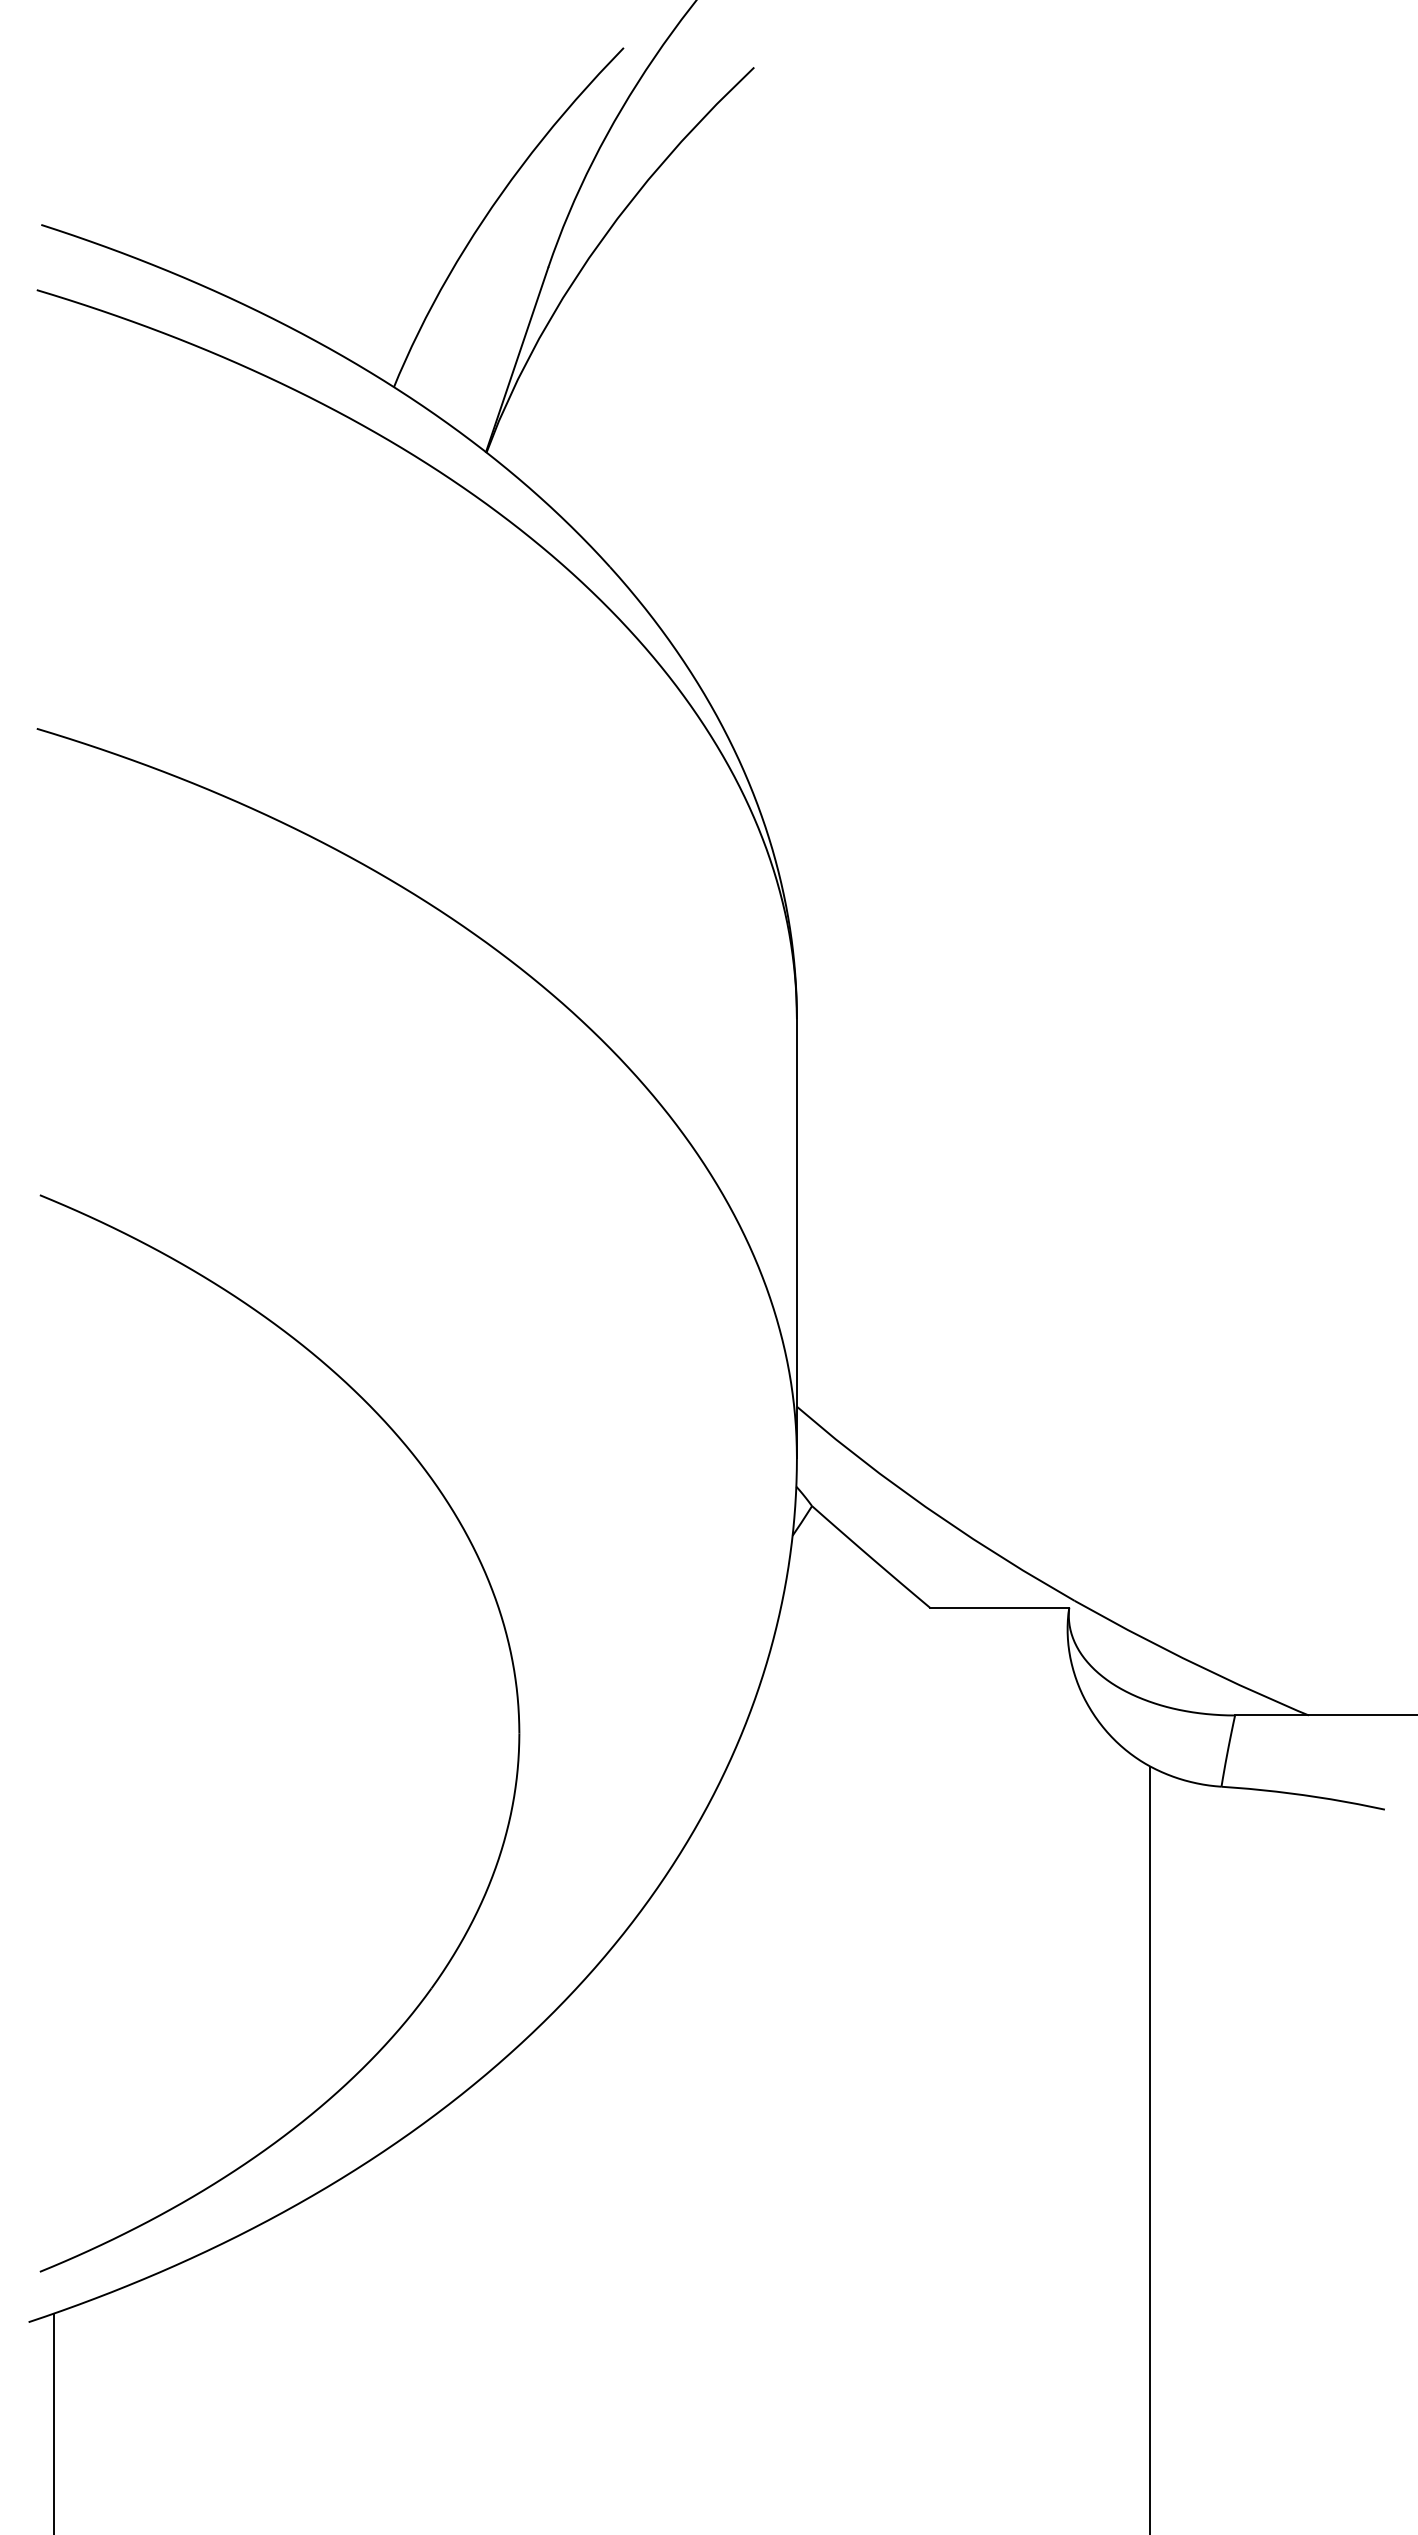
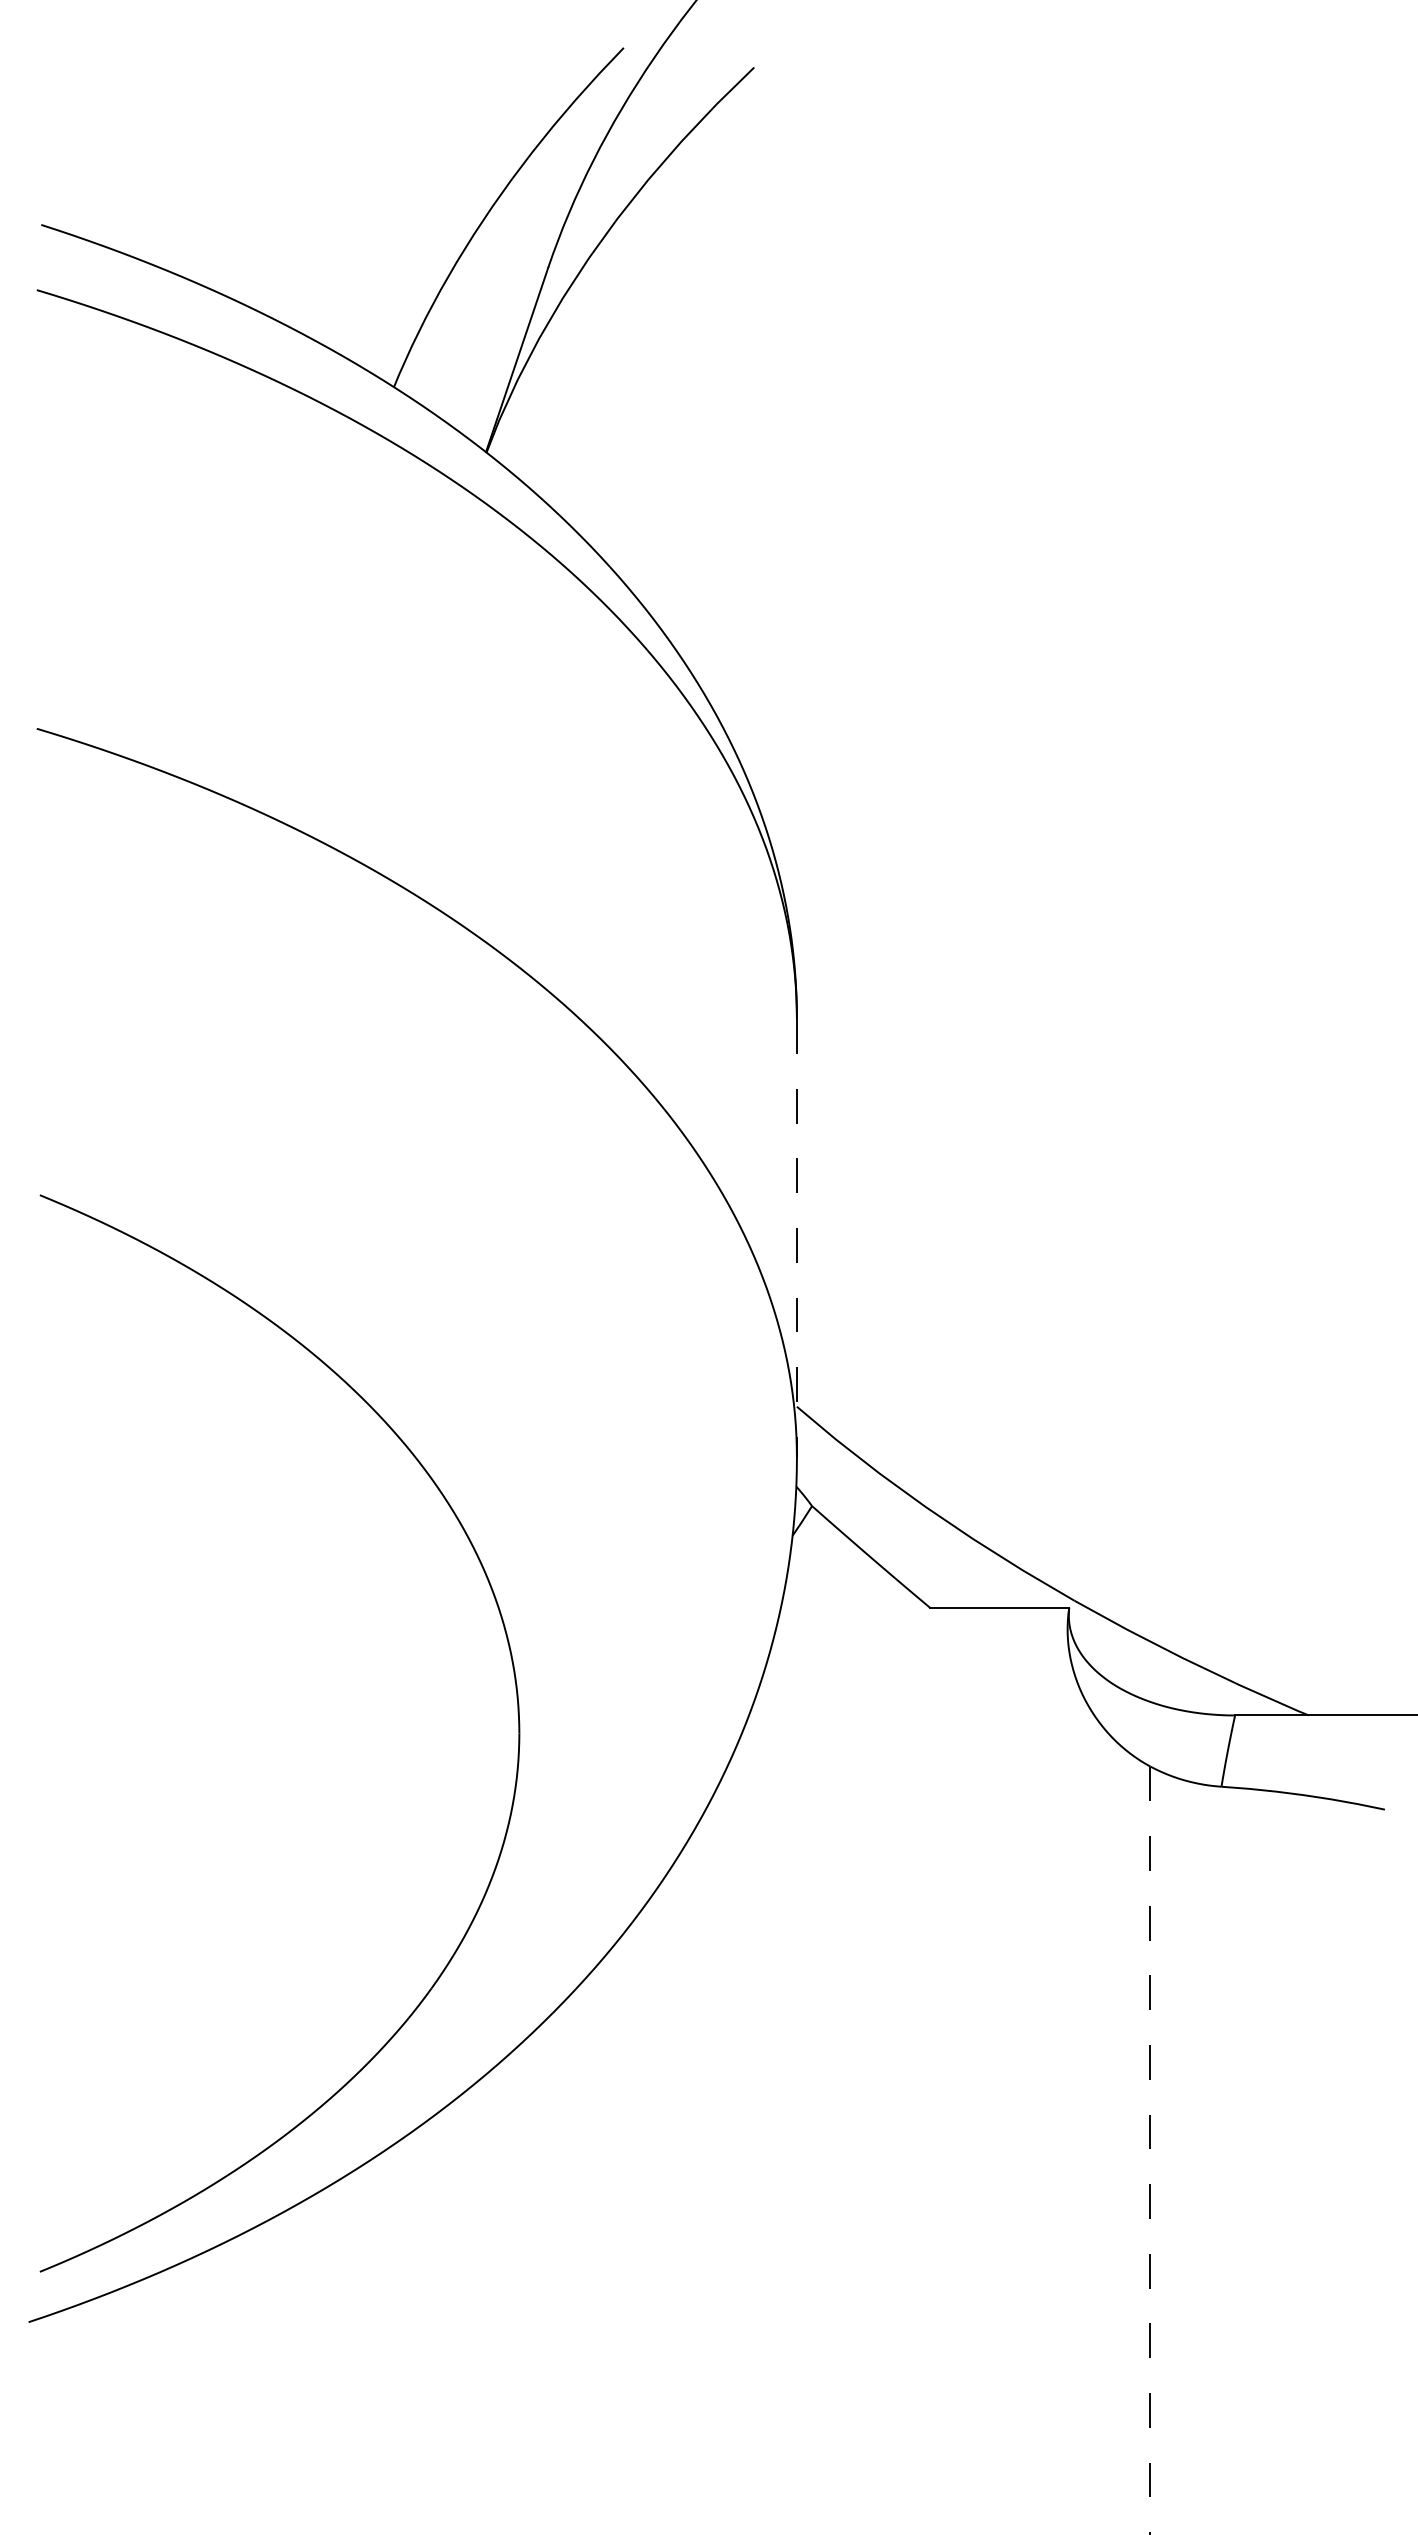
line at (796, 1238): solid -> dashed
line at (1150, 2150): solid -> dashed
line at (54, 2422): present -> none
